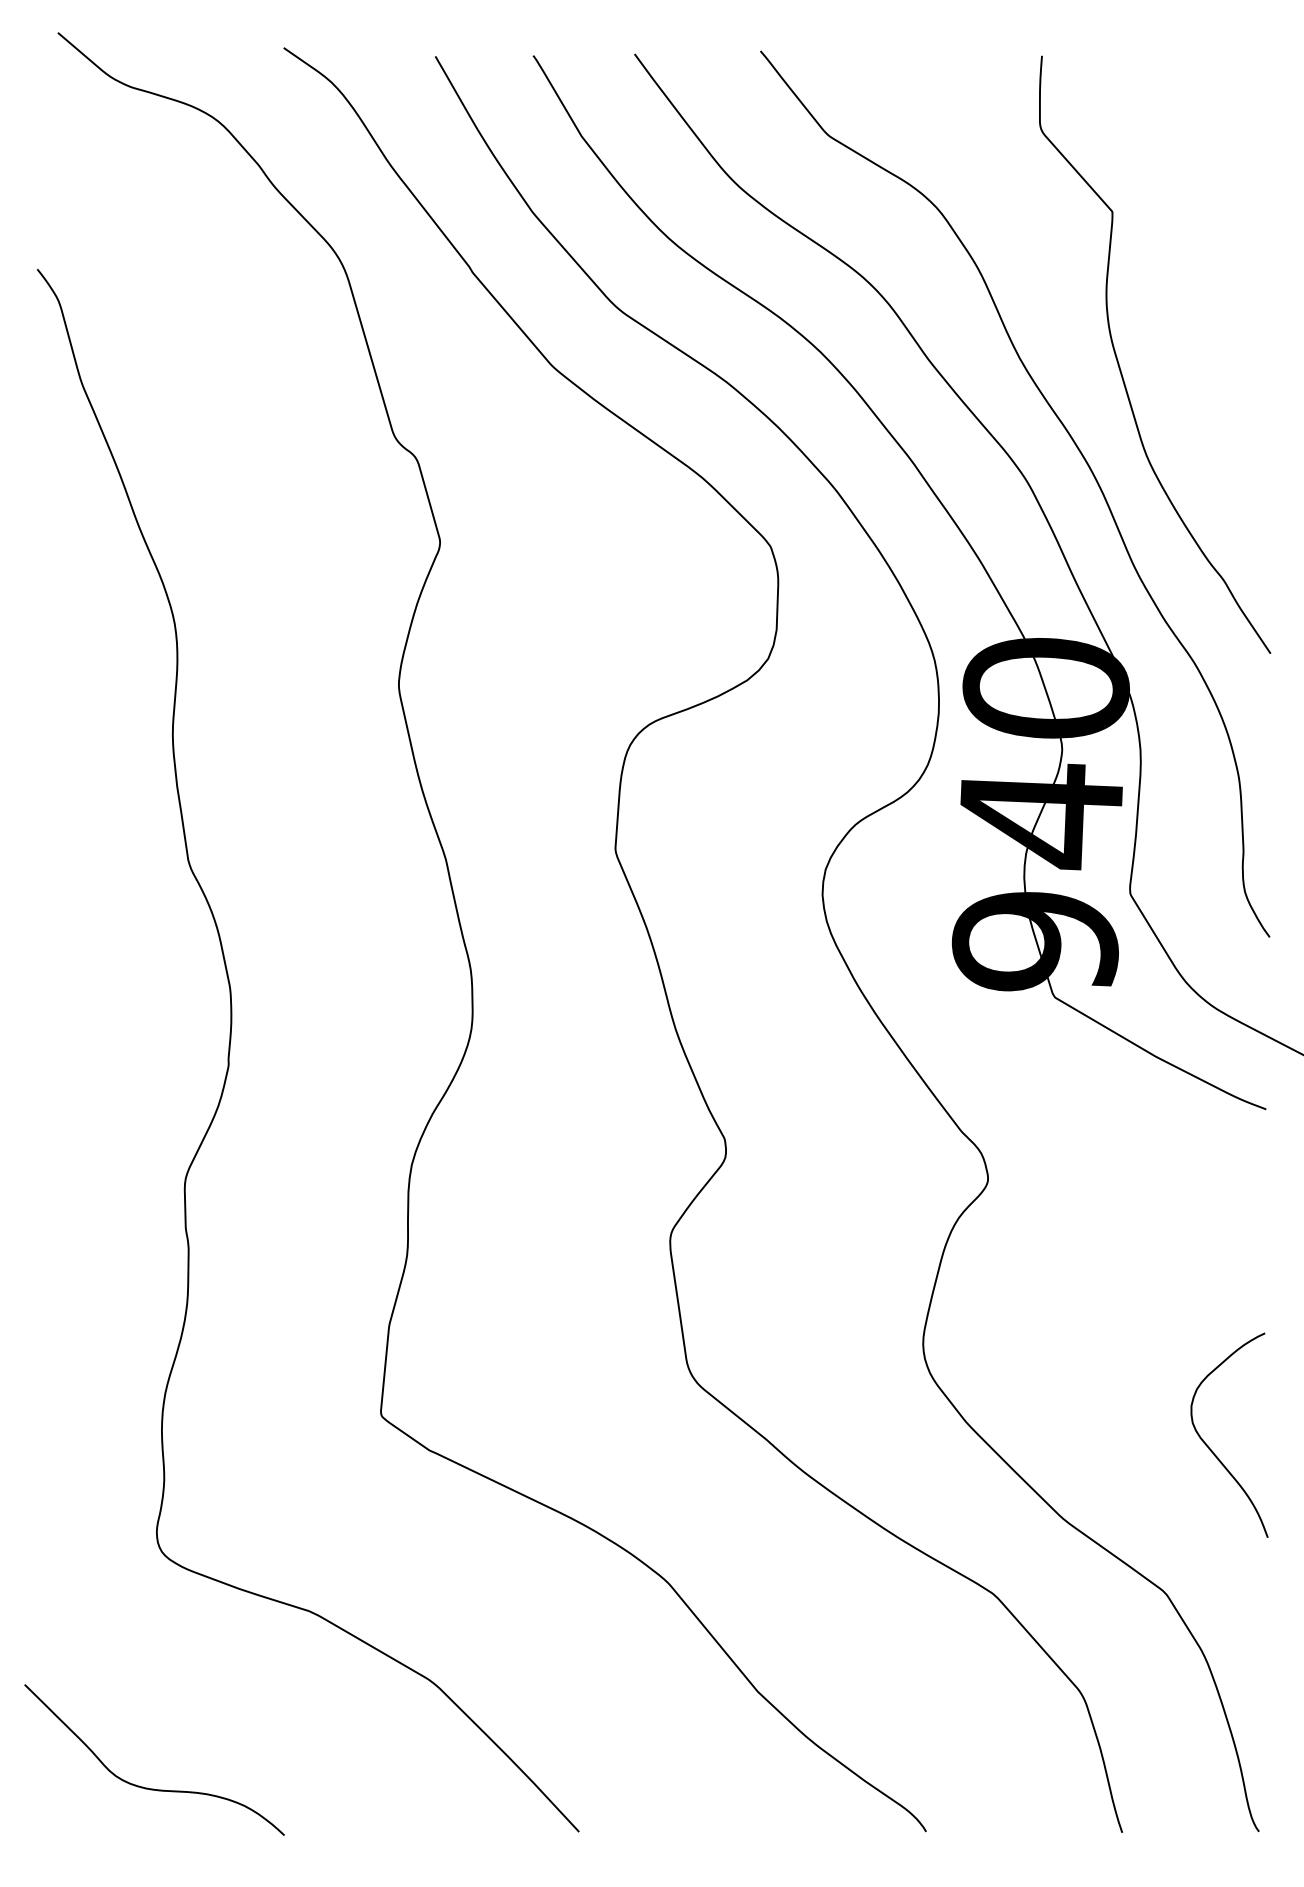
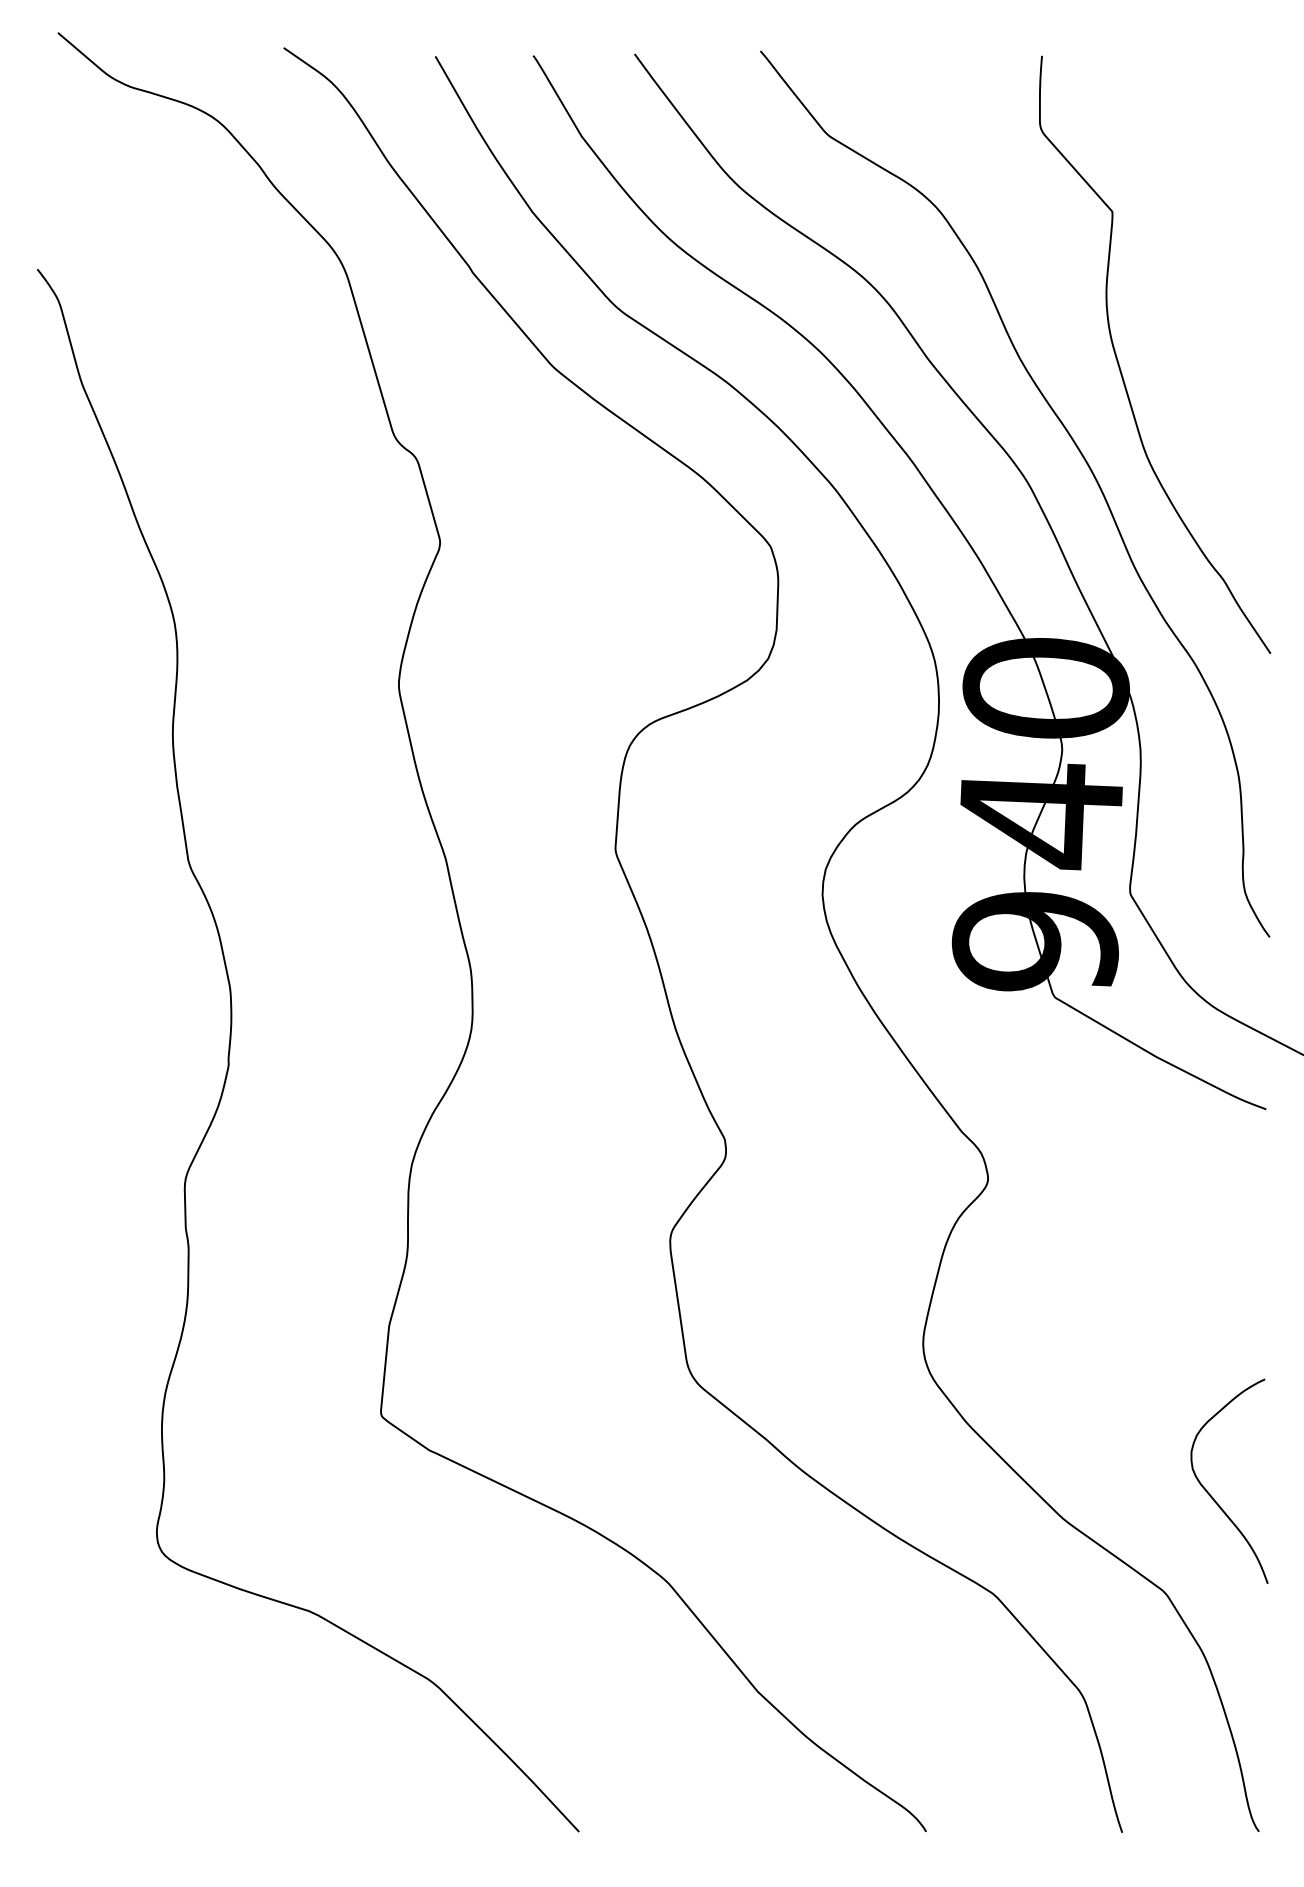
curve at (1212, 1450) position: (1212, 1450) -> (1212, 1496)
curve at (147, 1787): present -> none
